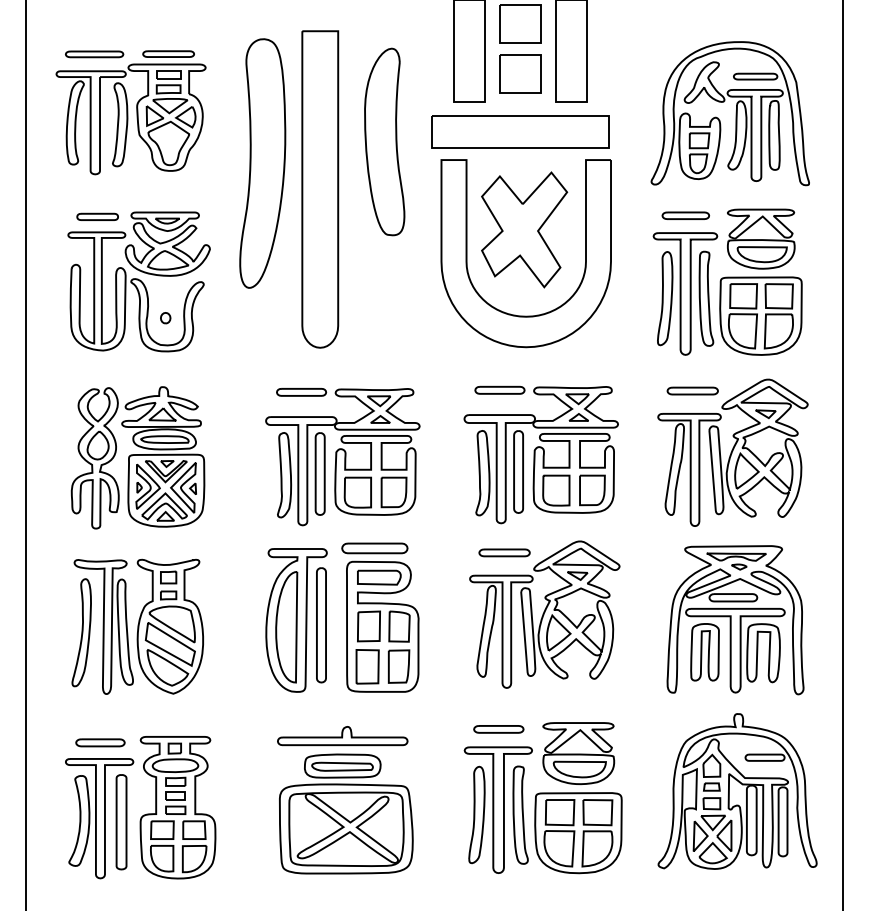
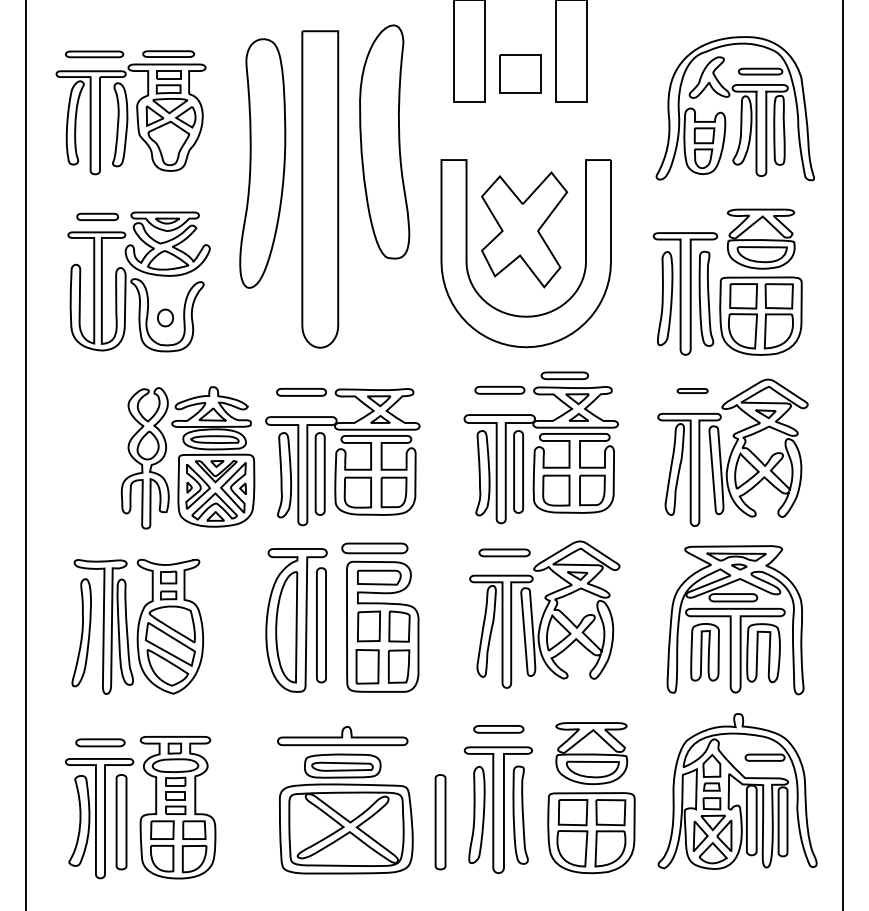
part at (520, 23): present -> none
part at (729, 113) position: (729, 113) -> (734, 108)
part at (520, 131): present -> none
part at (384, 141) size: 42x190 px -> 52x236 px
part at (685, 215) position: (685, 215) -> (564, 375)
part at (165, 318) size: 12x13 px -> 18x20 px
part at (692, 390) size: 53x10 px -> 33x6 px
part at (137, 457) position: (137, 457) -> (187, 457)
part at (578, 798) position: (578, 798) -> (591, 798)
part at (440, 822): none -> present
